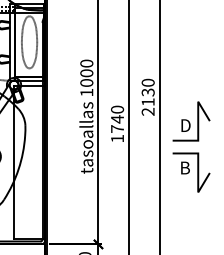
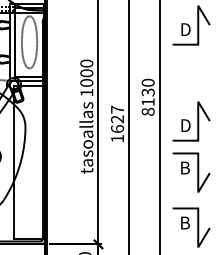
part at (191, 25): none -> present
text at (147, 111): 2130 -> 8130
text at (117, 118): 1740 -> 1627
part at (191, 227): none -> present
